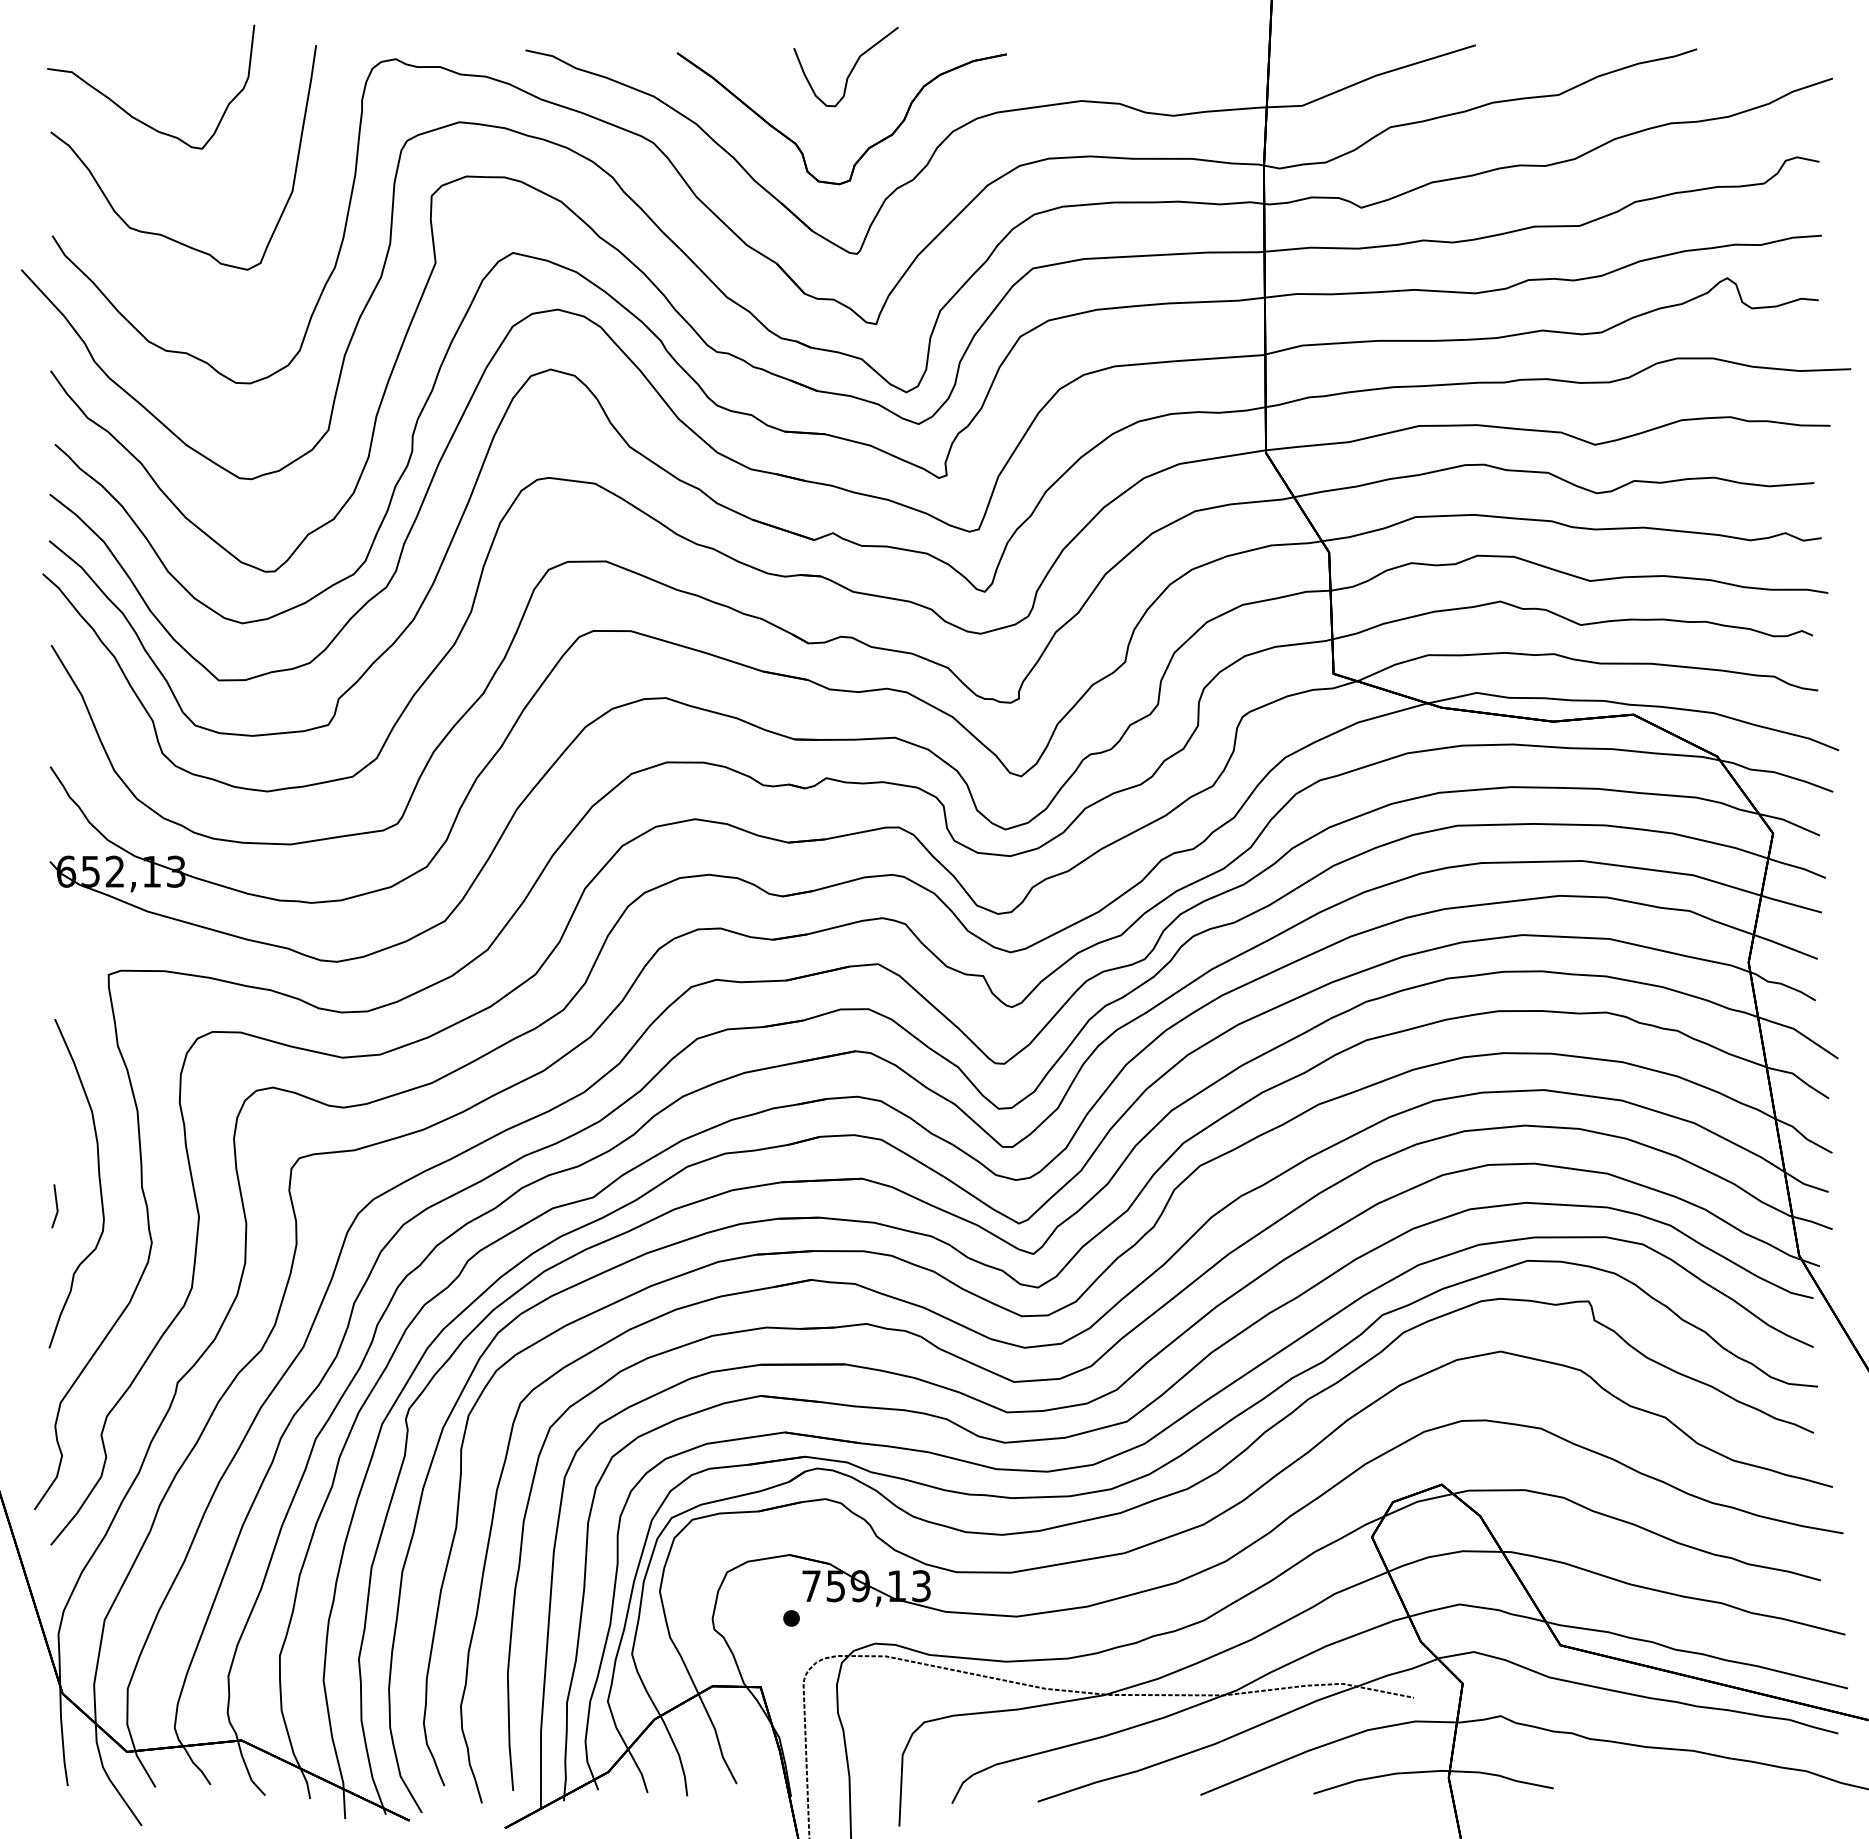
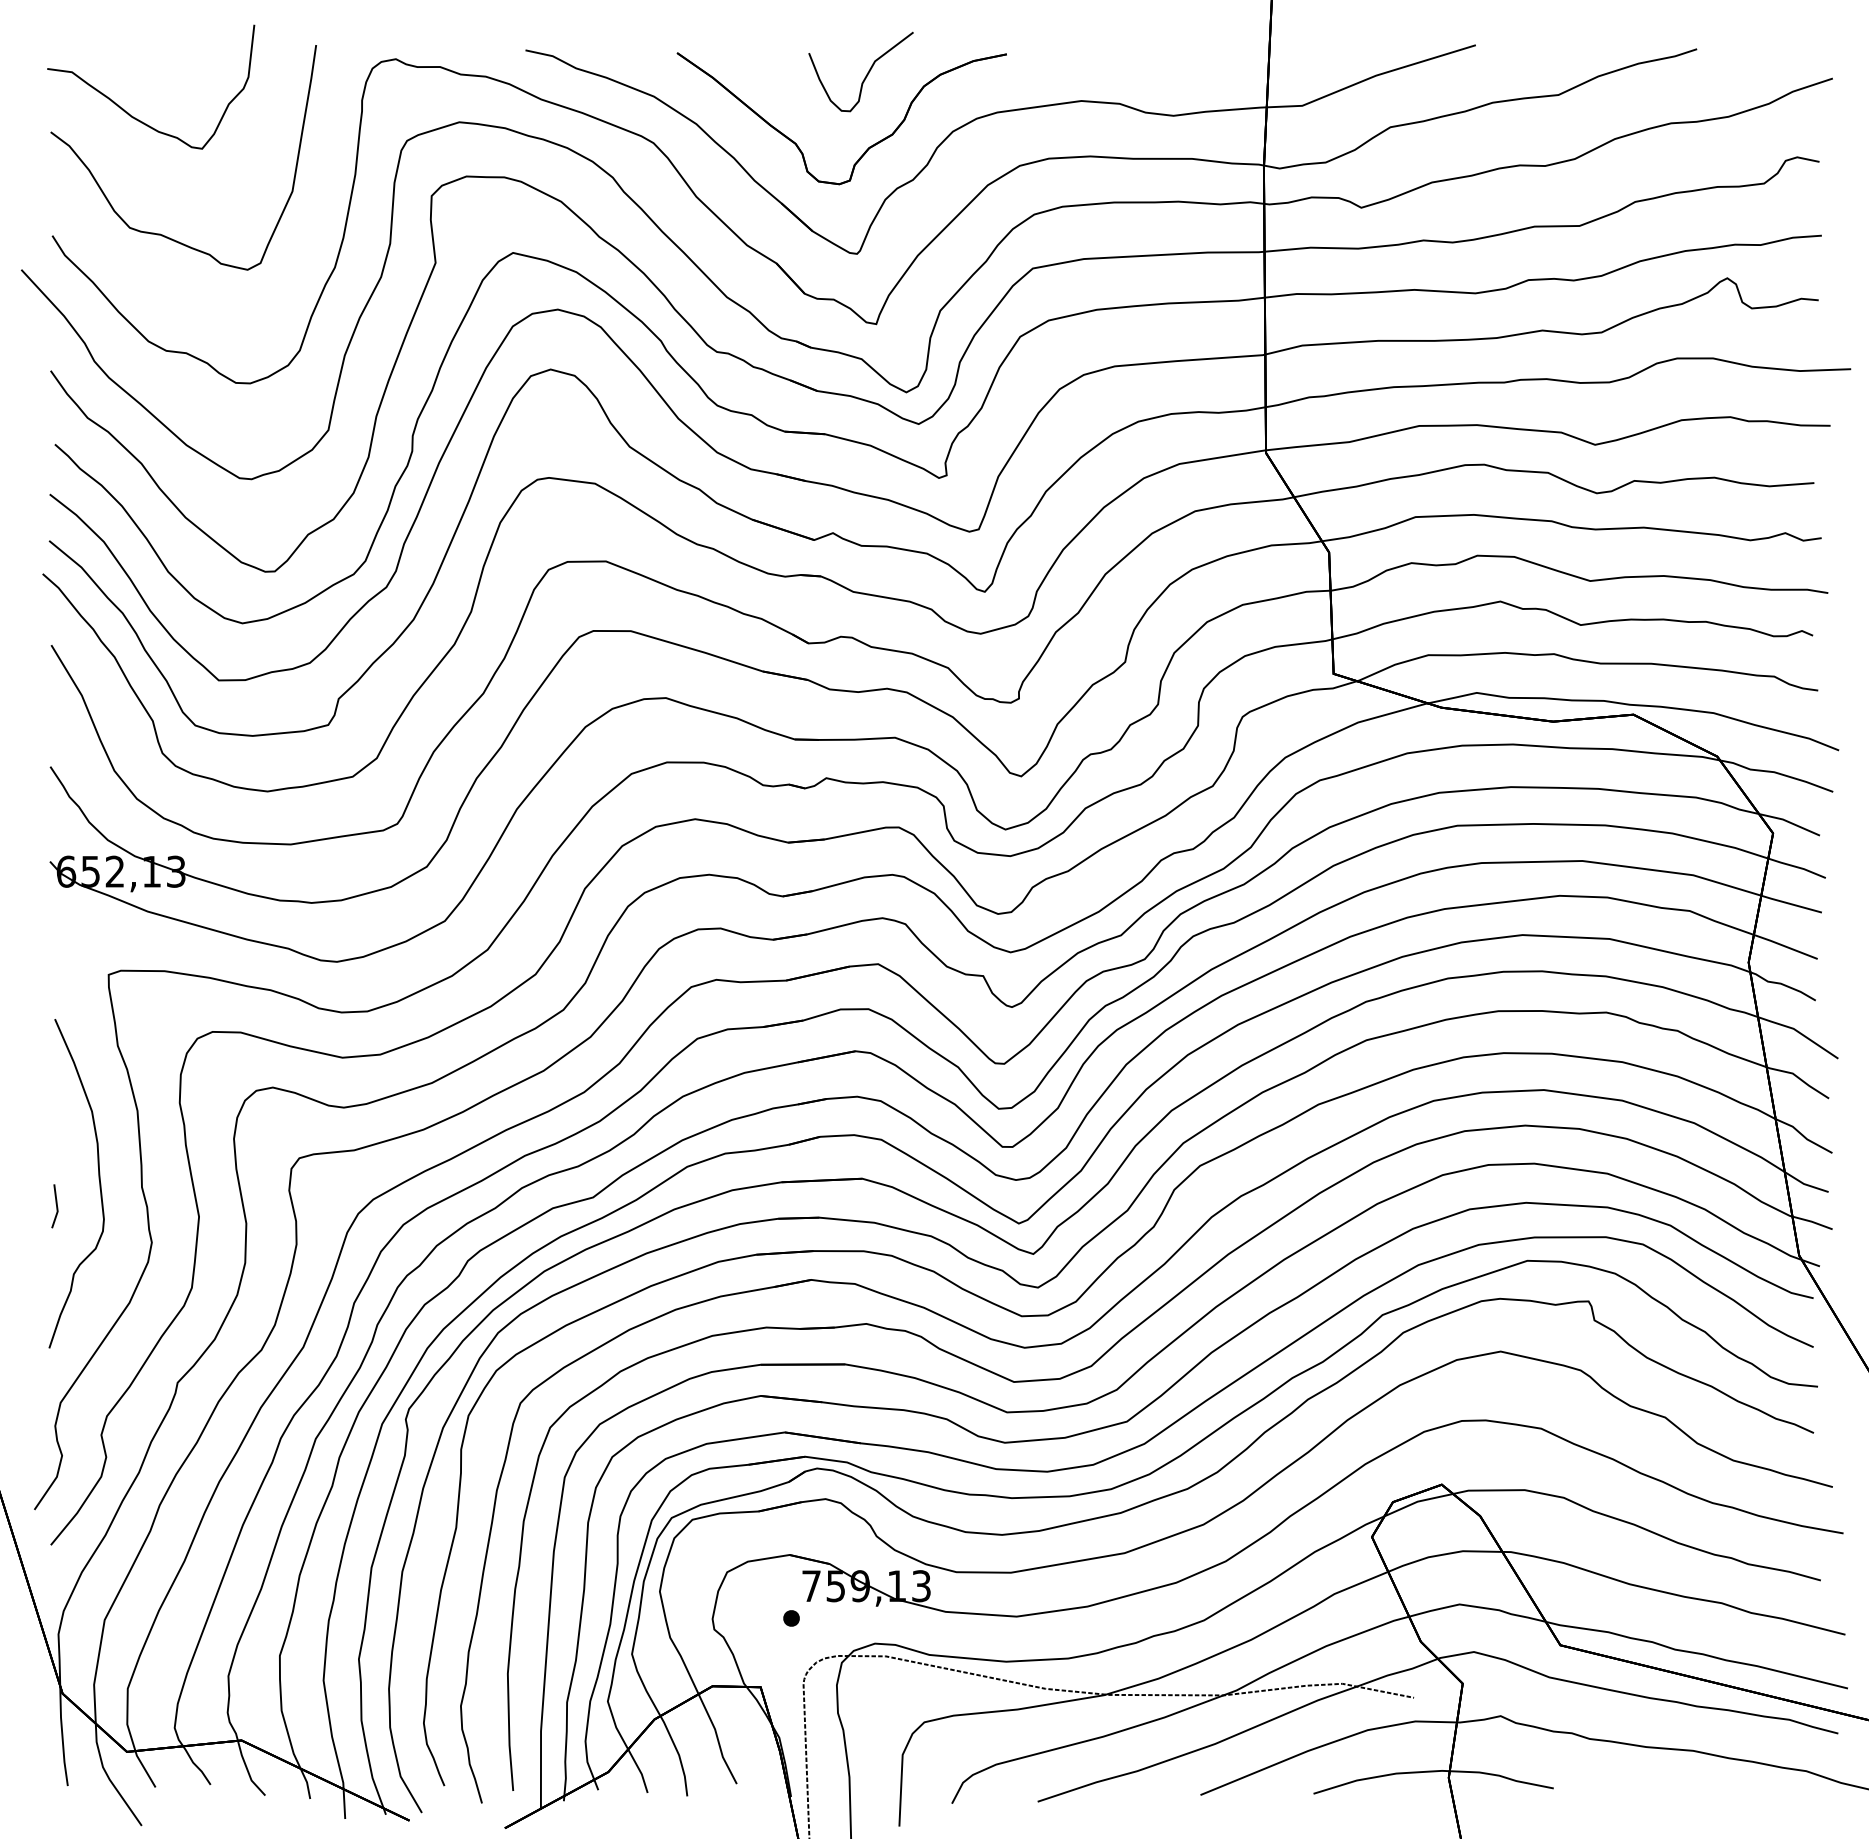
curve at (851, 69) position: (851, 69) -> (866, 74)
